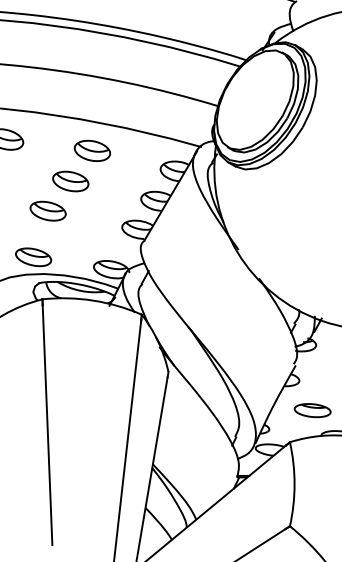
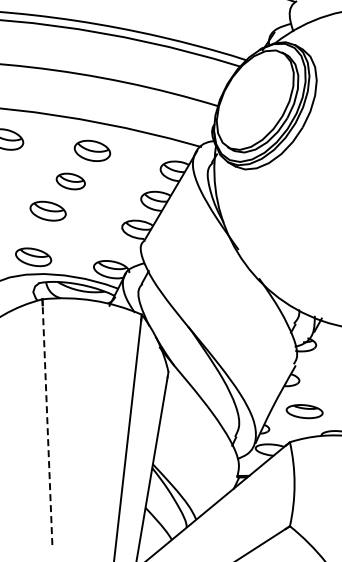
part at (70, 181) size: 38x23 px -> 31x19 px
part at (312, 410) position: (312, 410) -> (304, 411)
line at (47, 424): solid -> dashed
